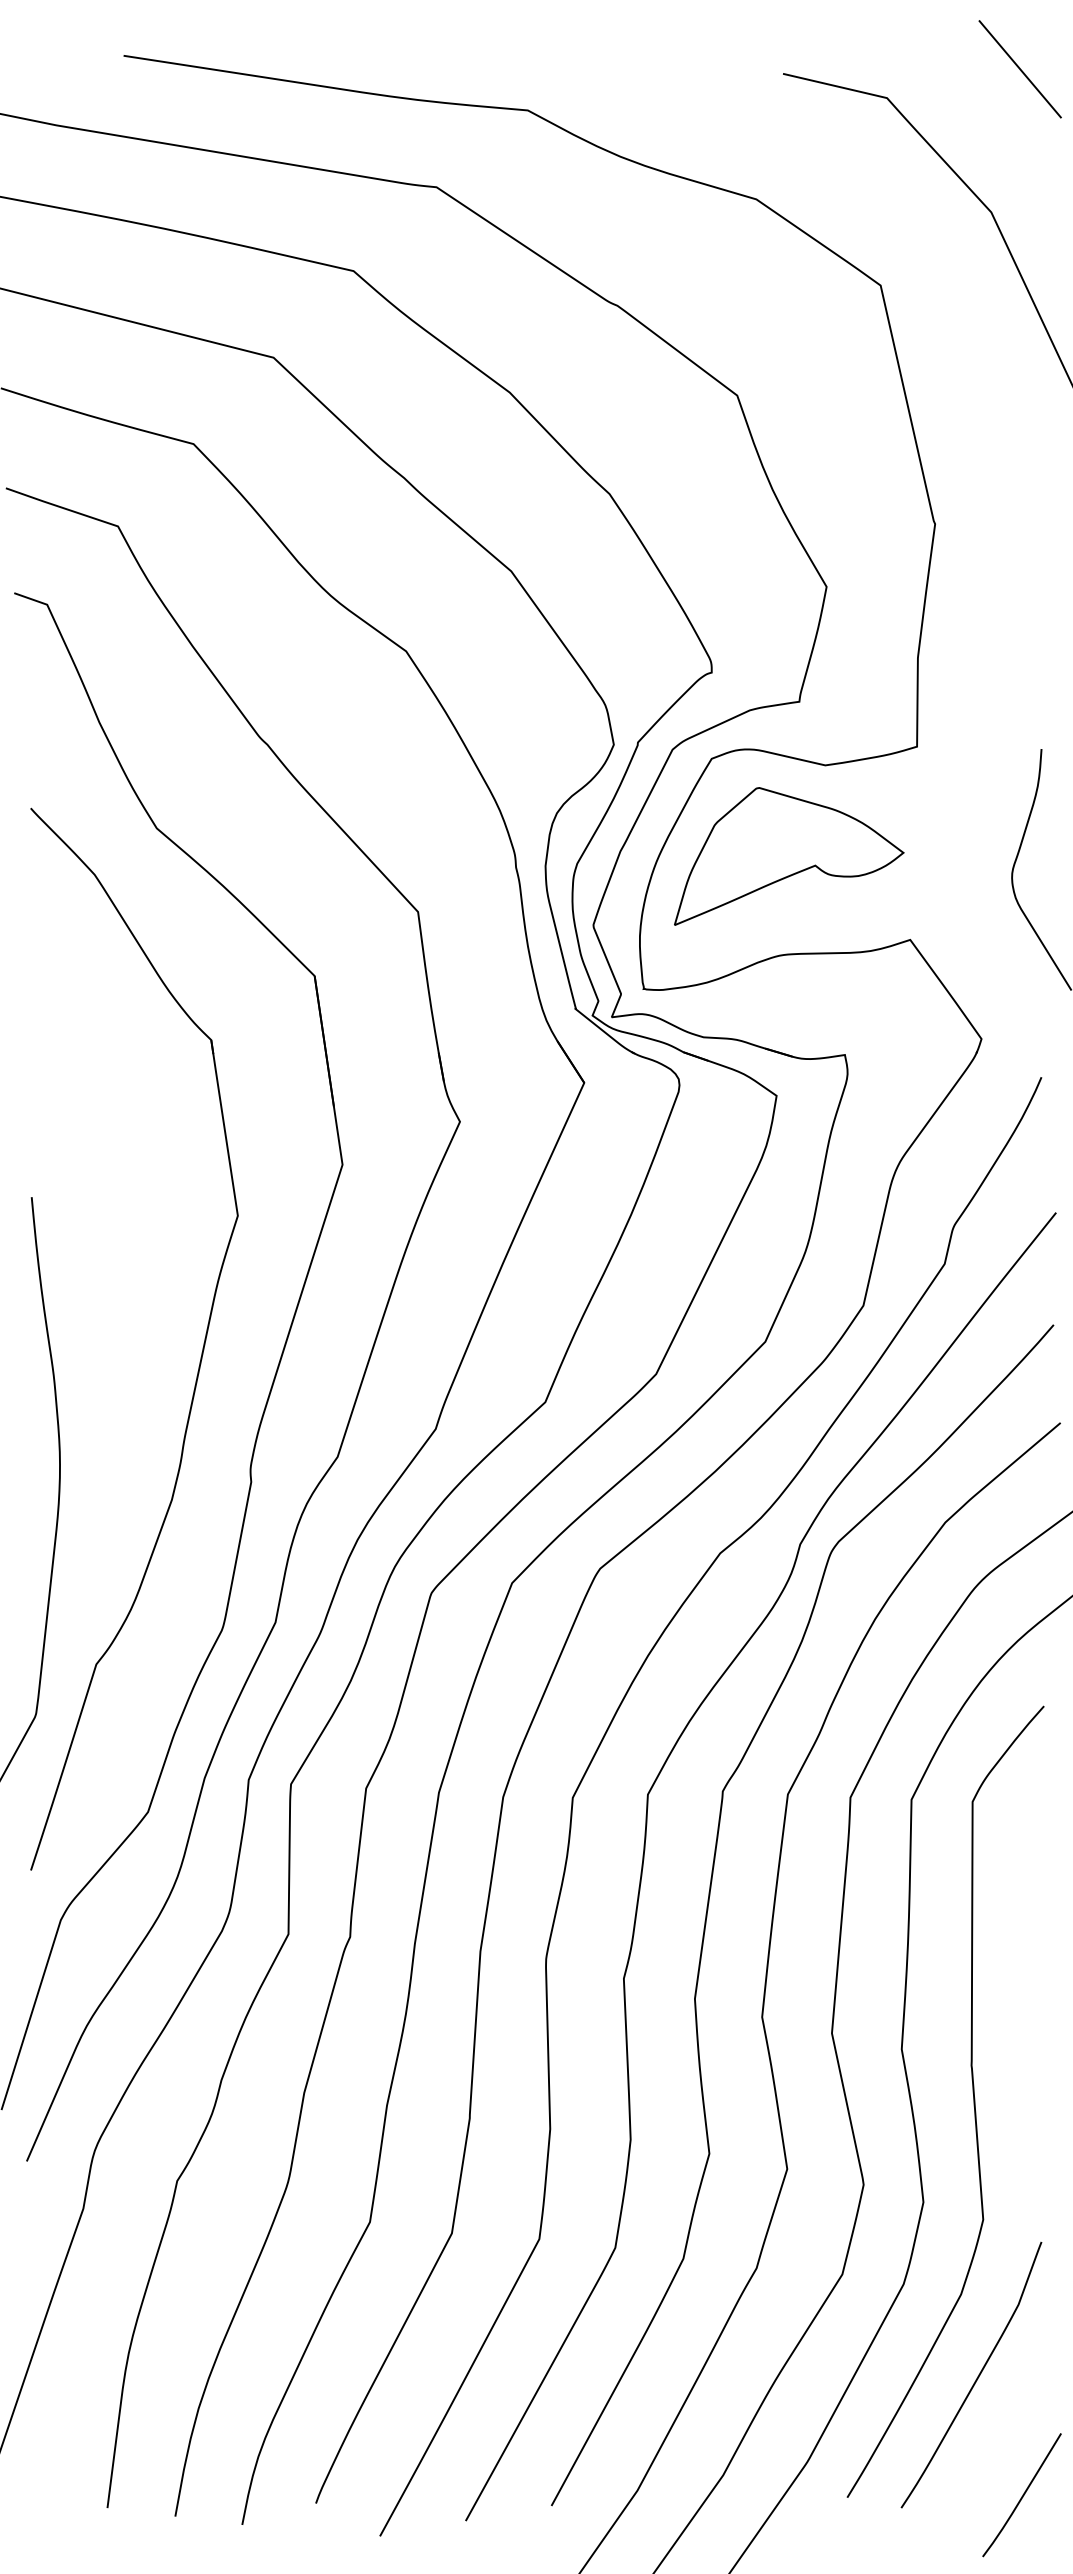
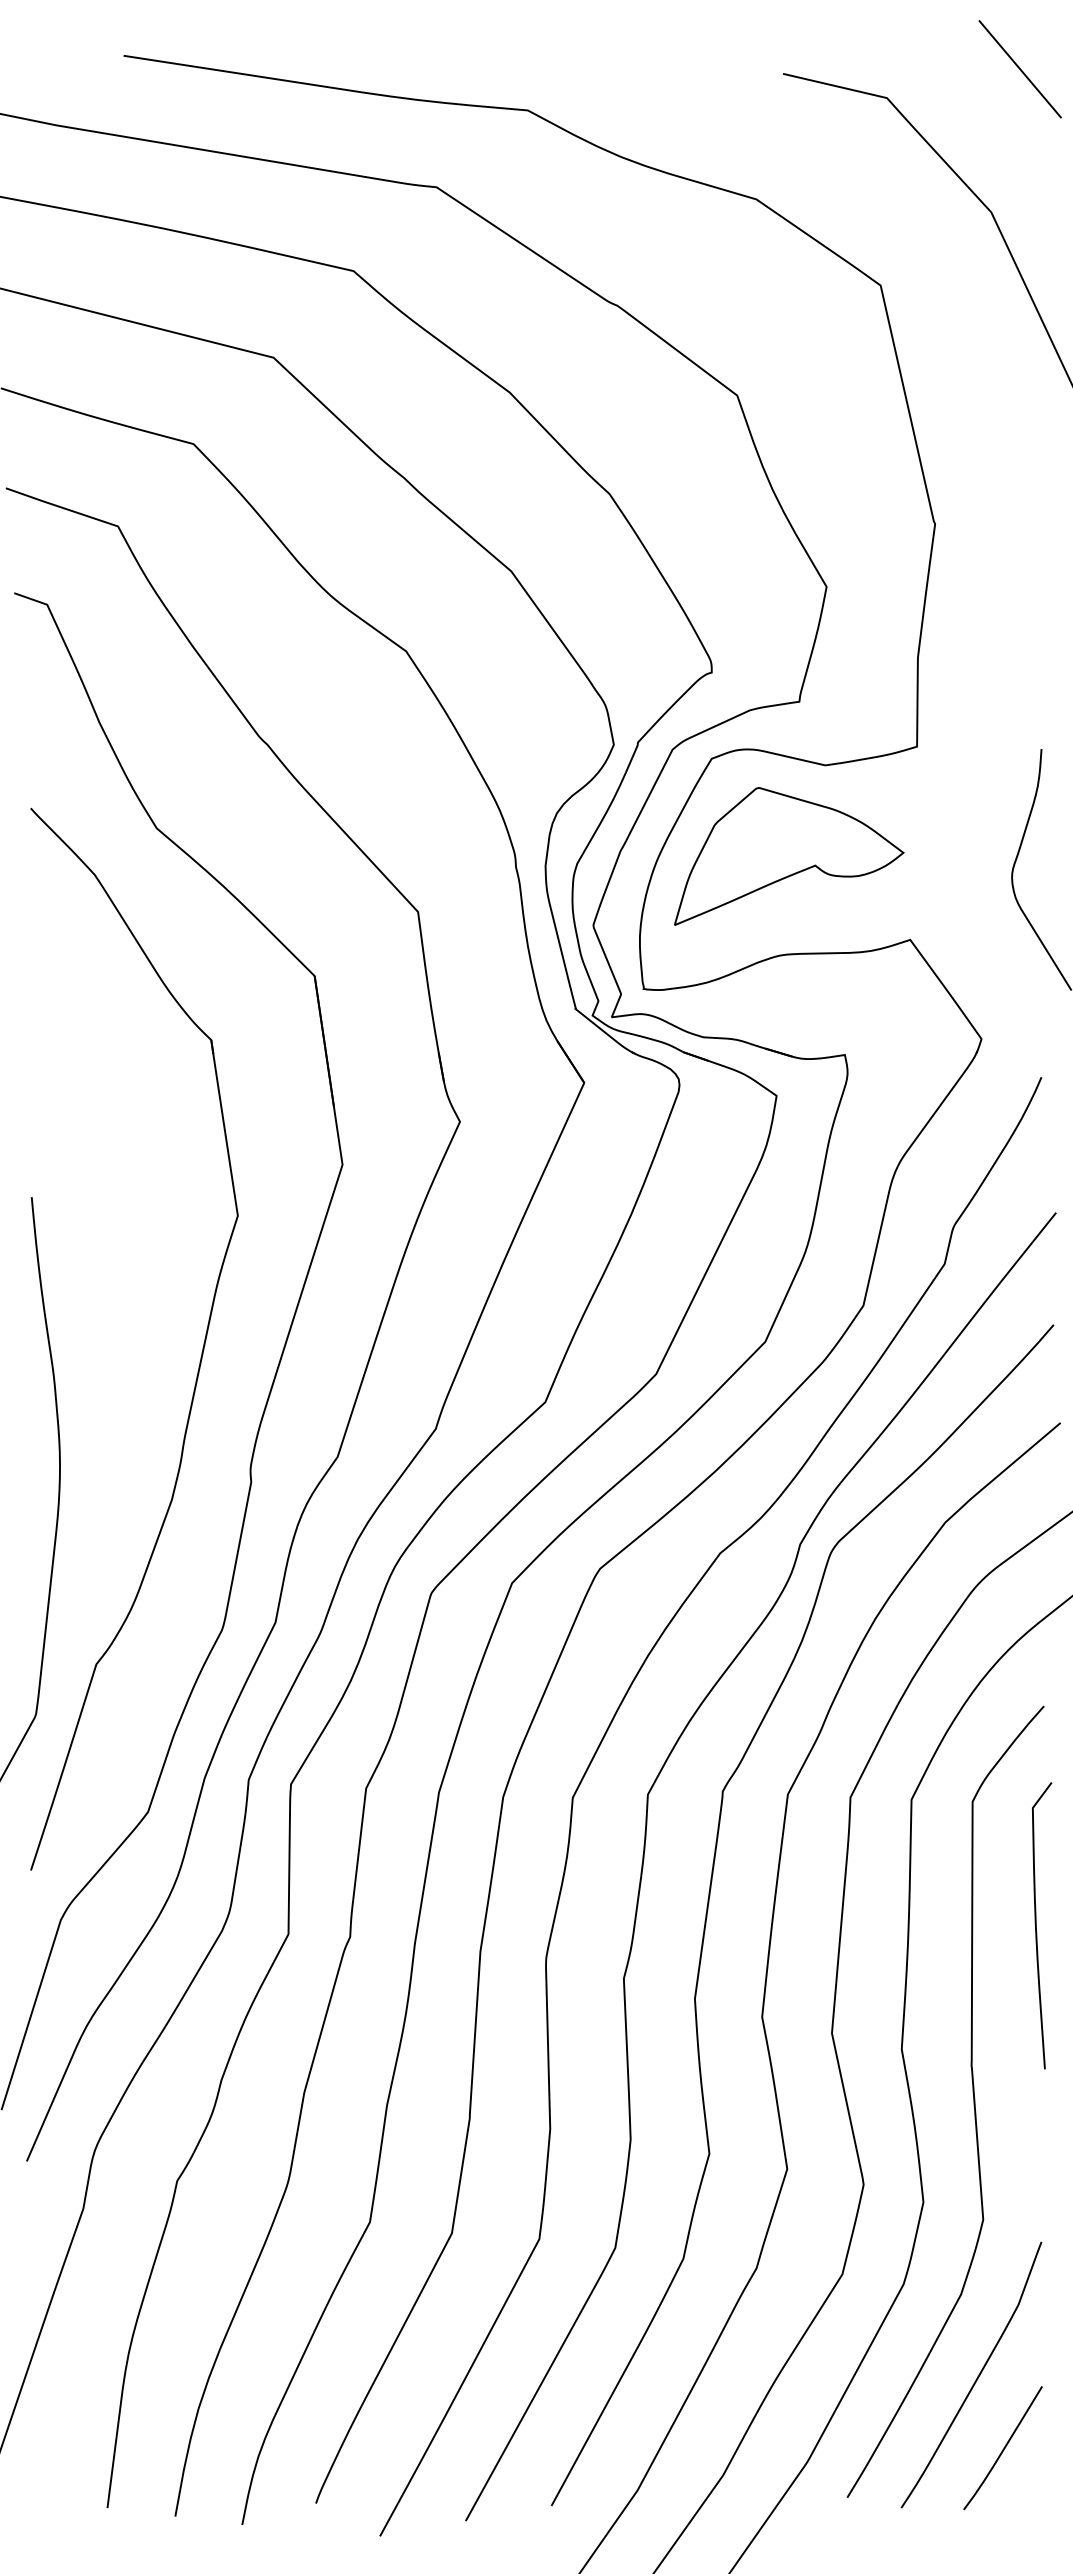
curve at (1036, 1925): none -> present
curve at (1022, 2495) position: (1022, 2495) -> (1003, 2448)
